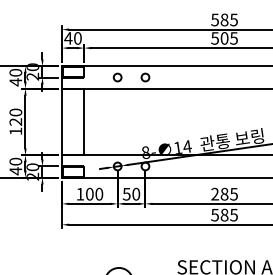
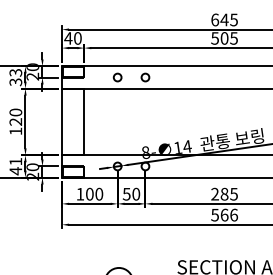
text at (219, 19): 585 -> 645
text at (15, 77): 40 -> 33
text at (15, 161): 40 -> 41
text at (229, 214): 585 -> 566
